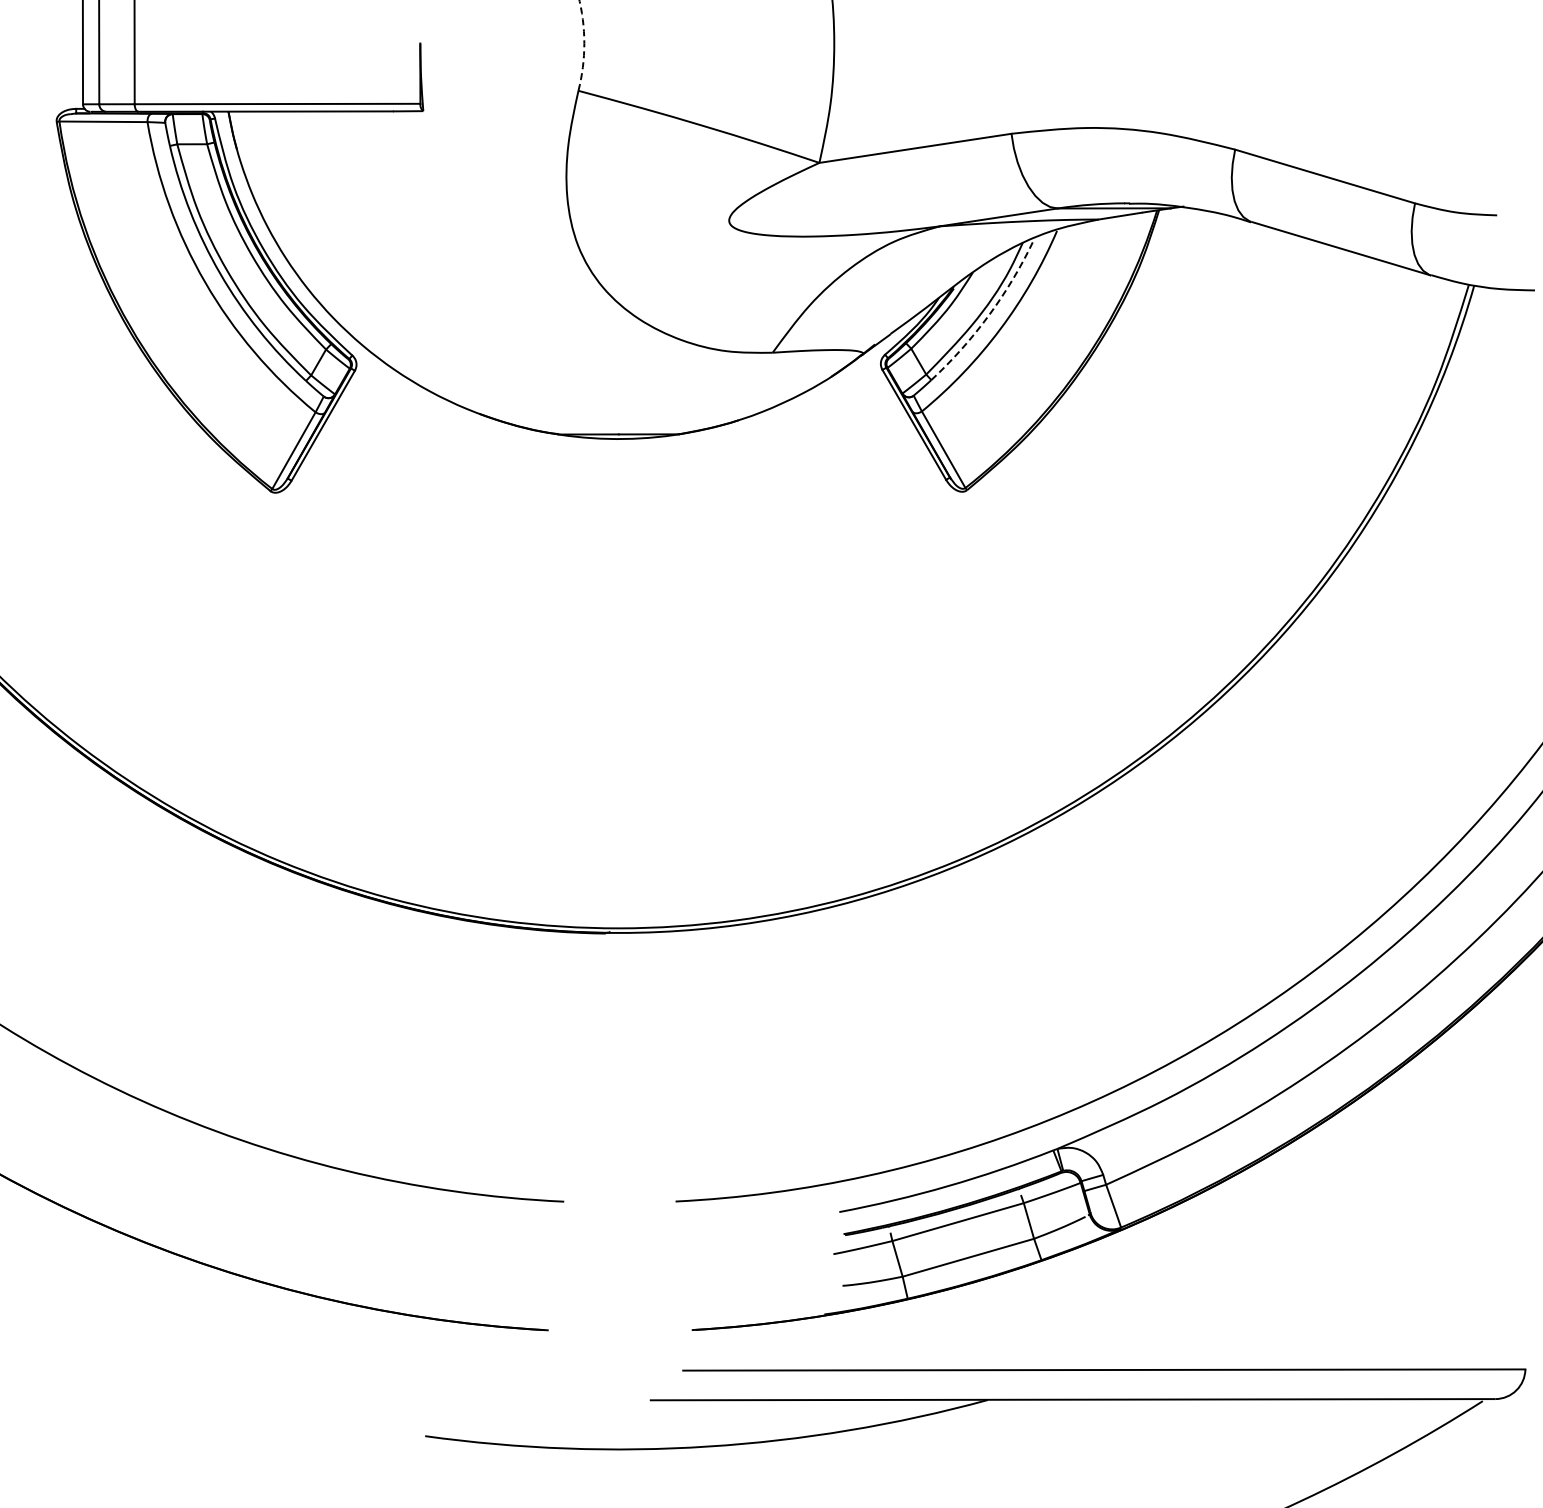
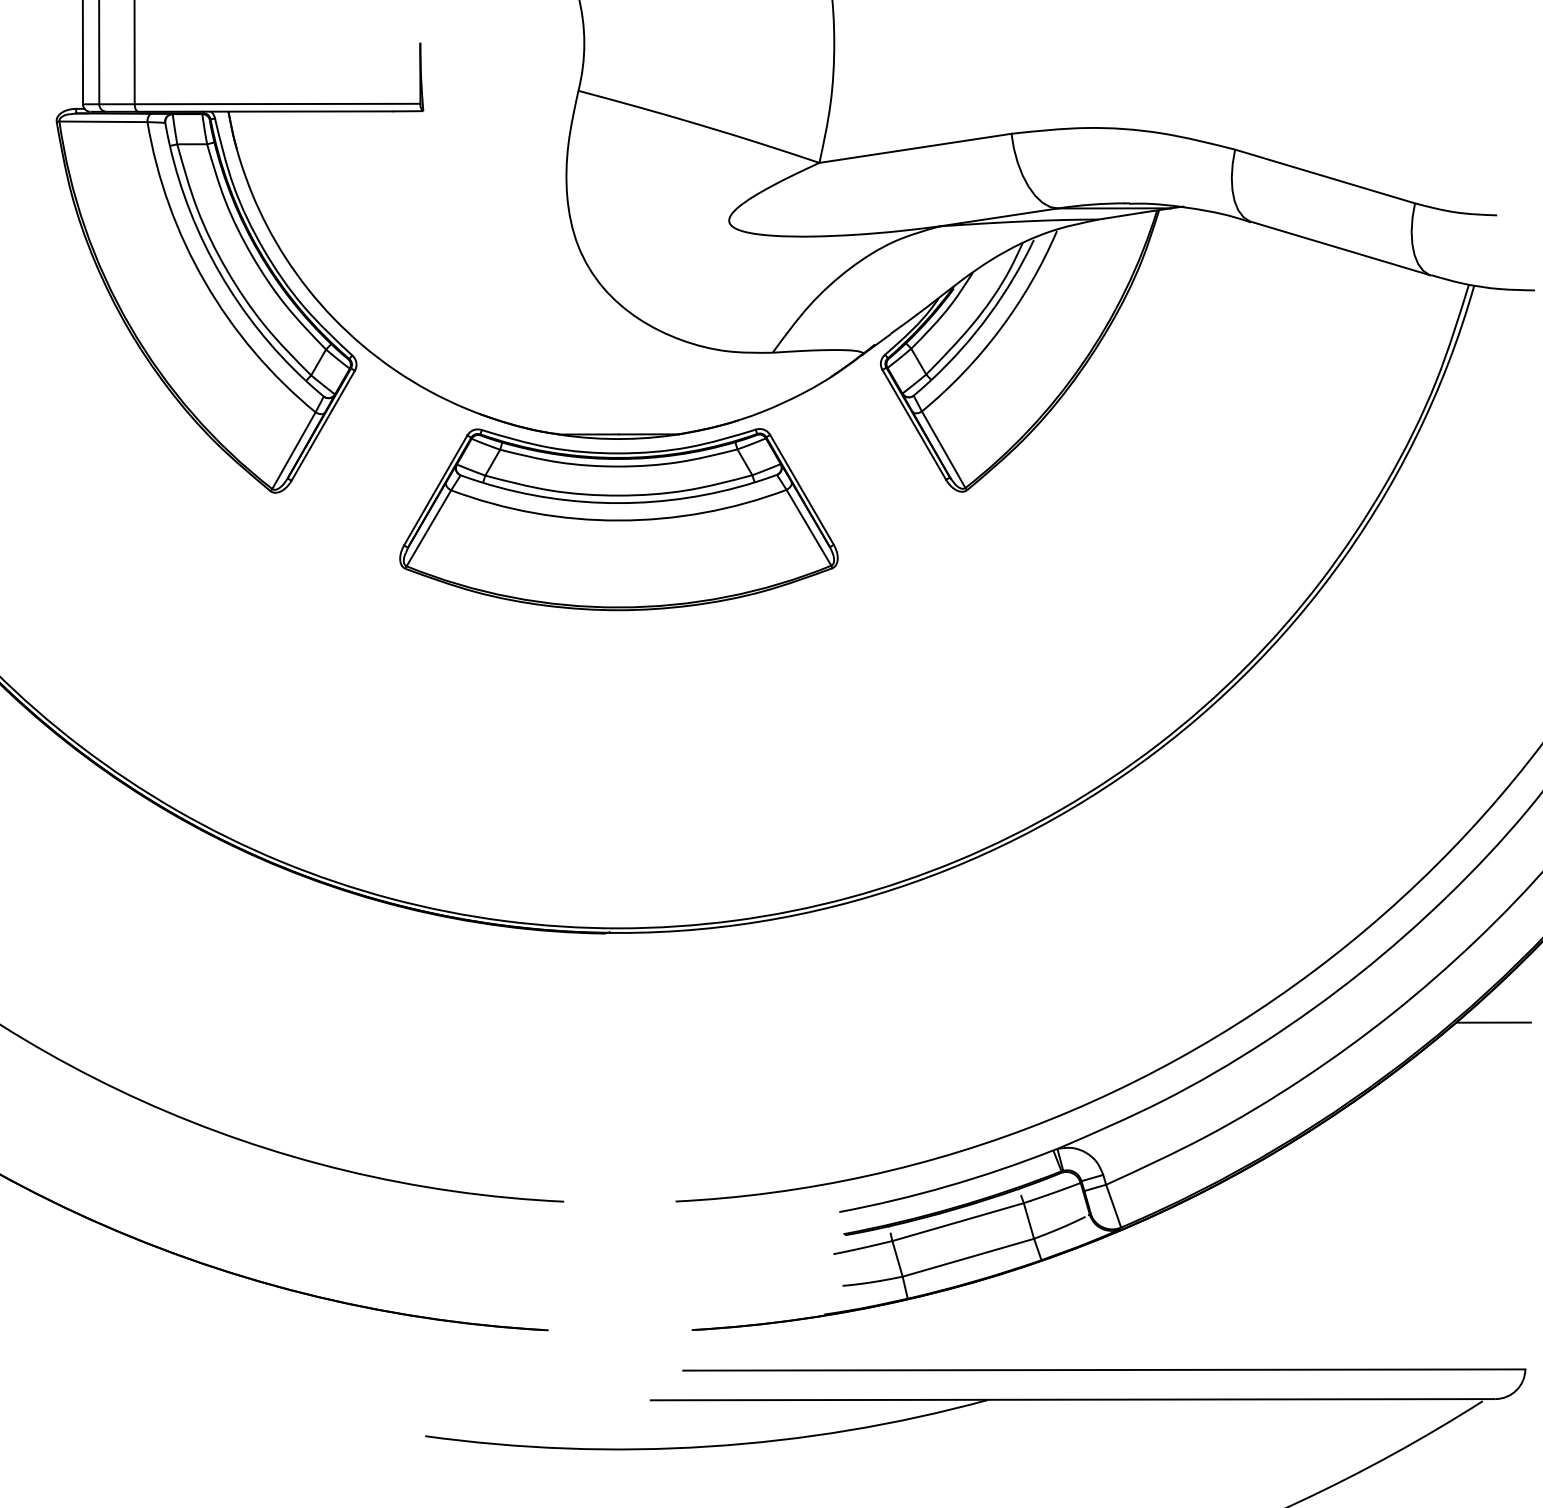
arc at (584, 45): dashed -> solid
arc at (989, 314): dashed -> solid
part at (618, 519): none -> present
line at (1493, 1022): none -> present
